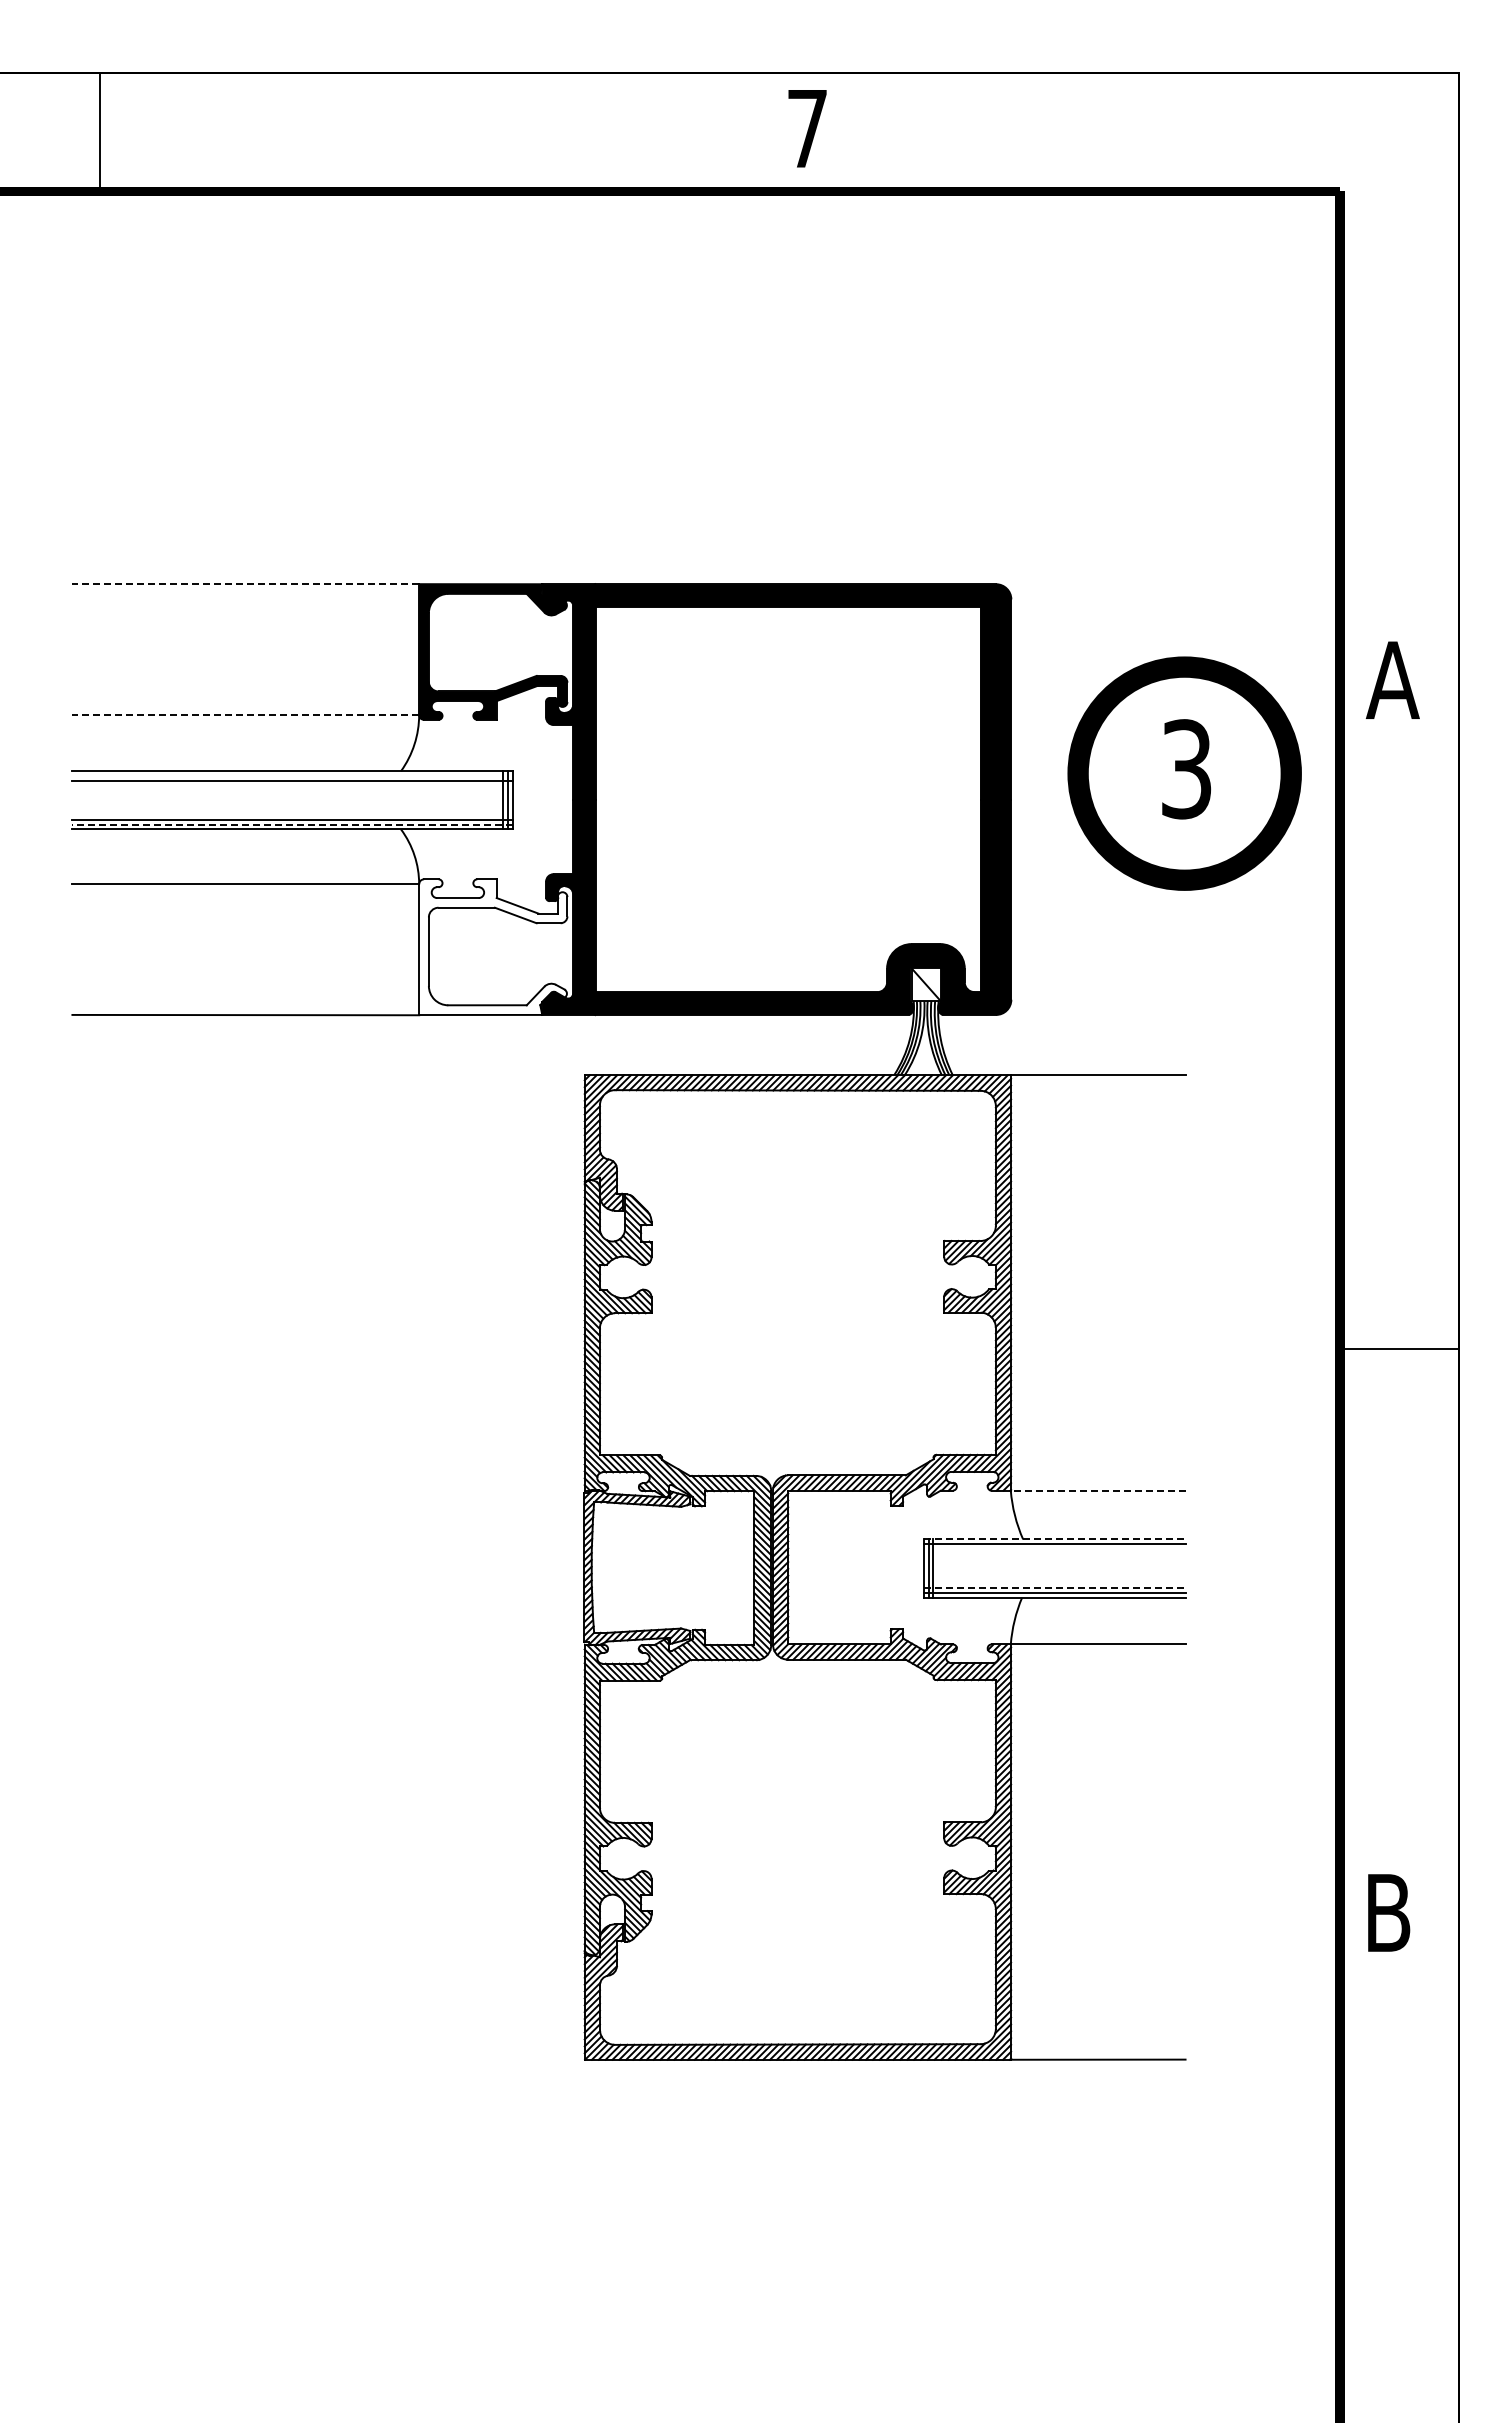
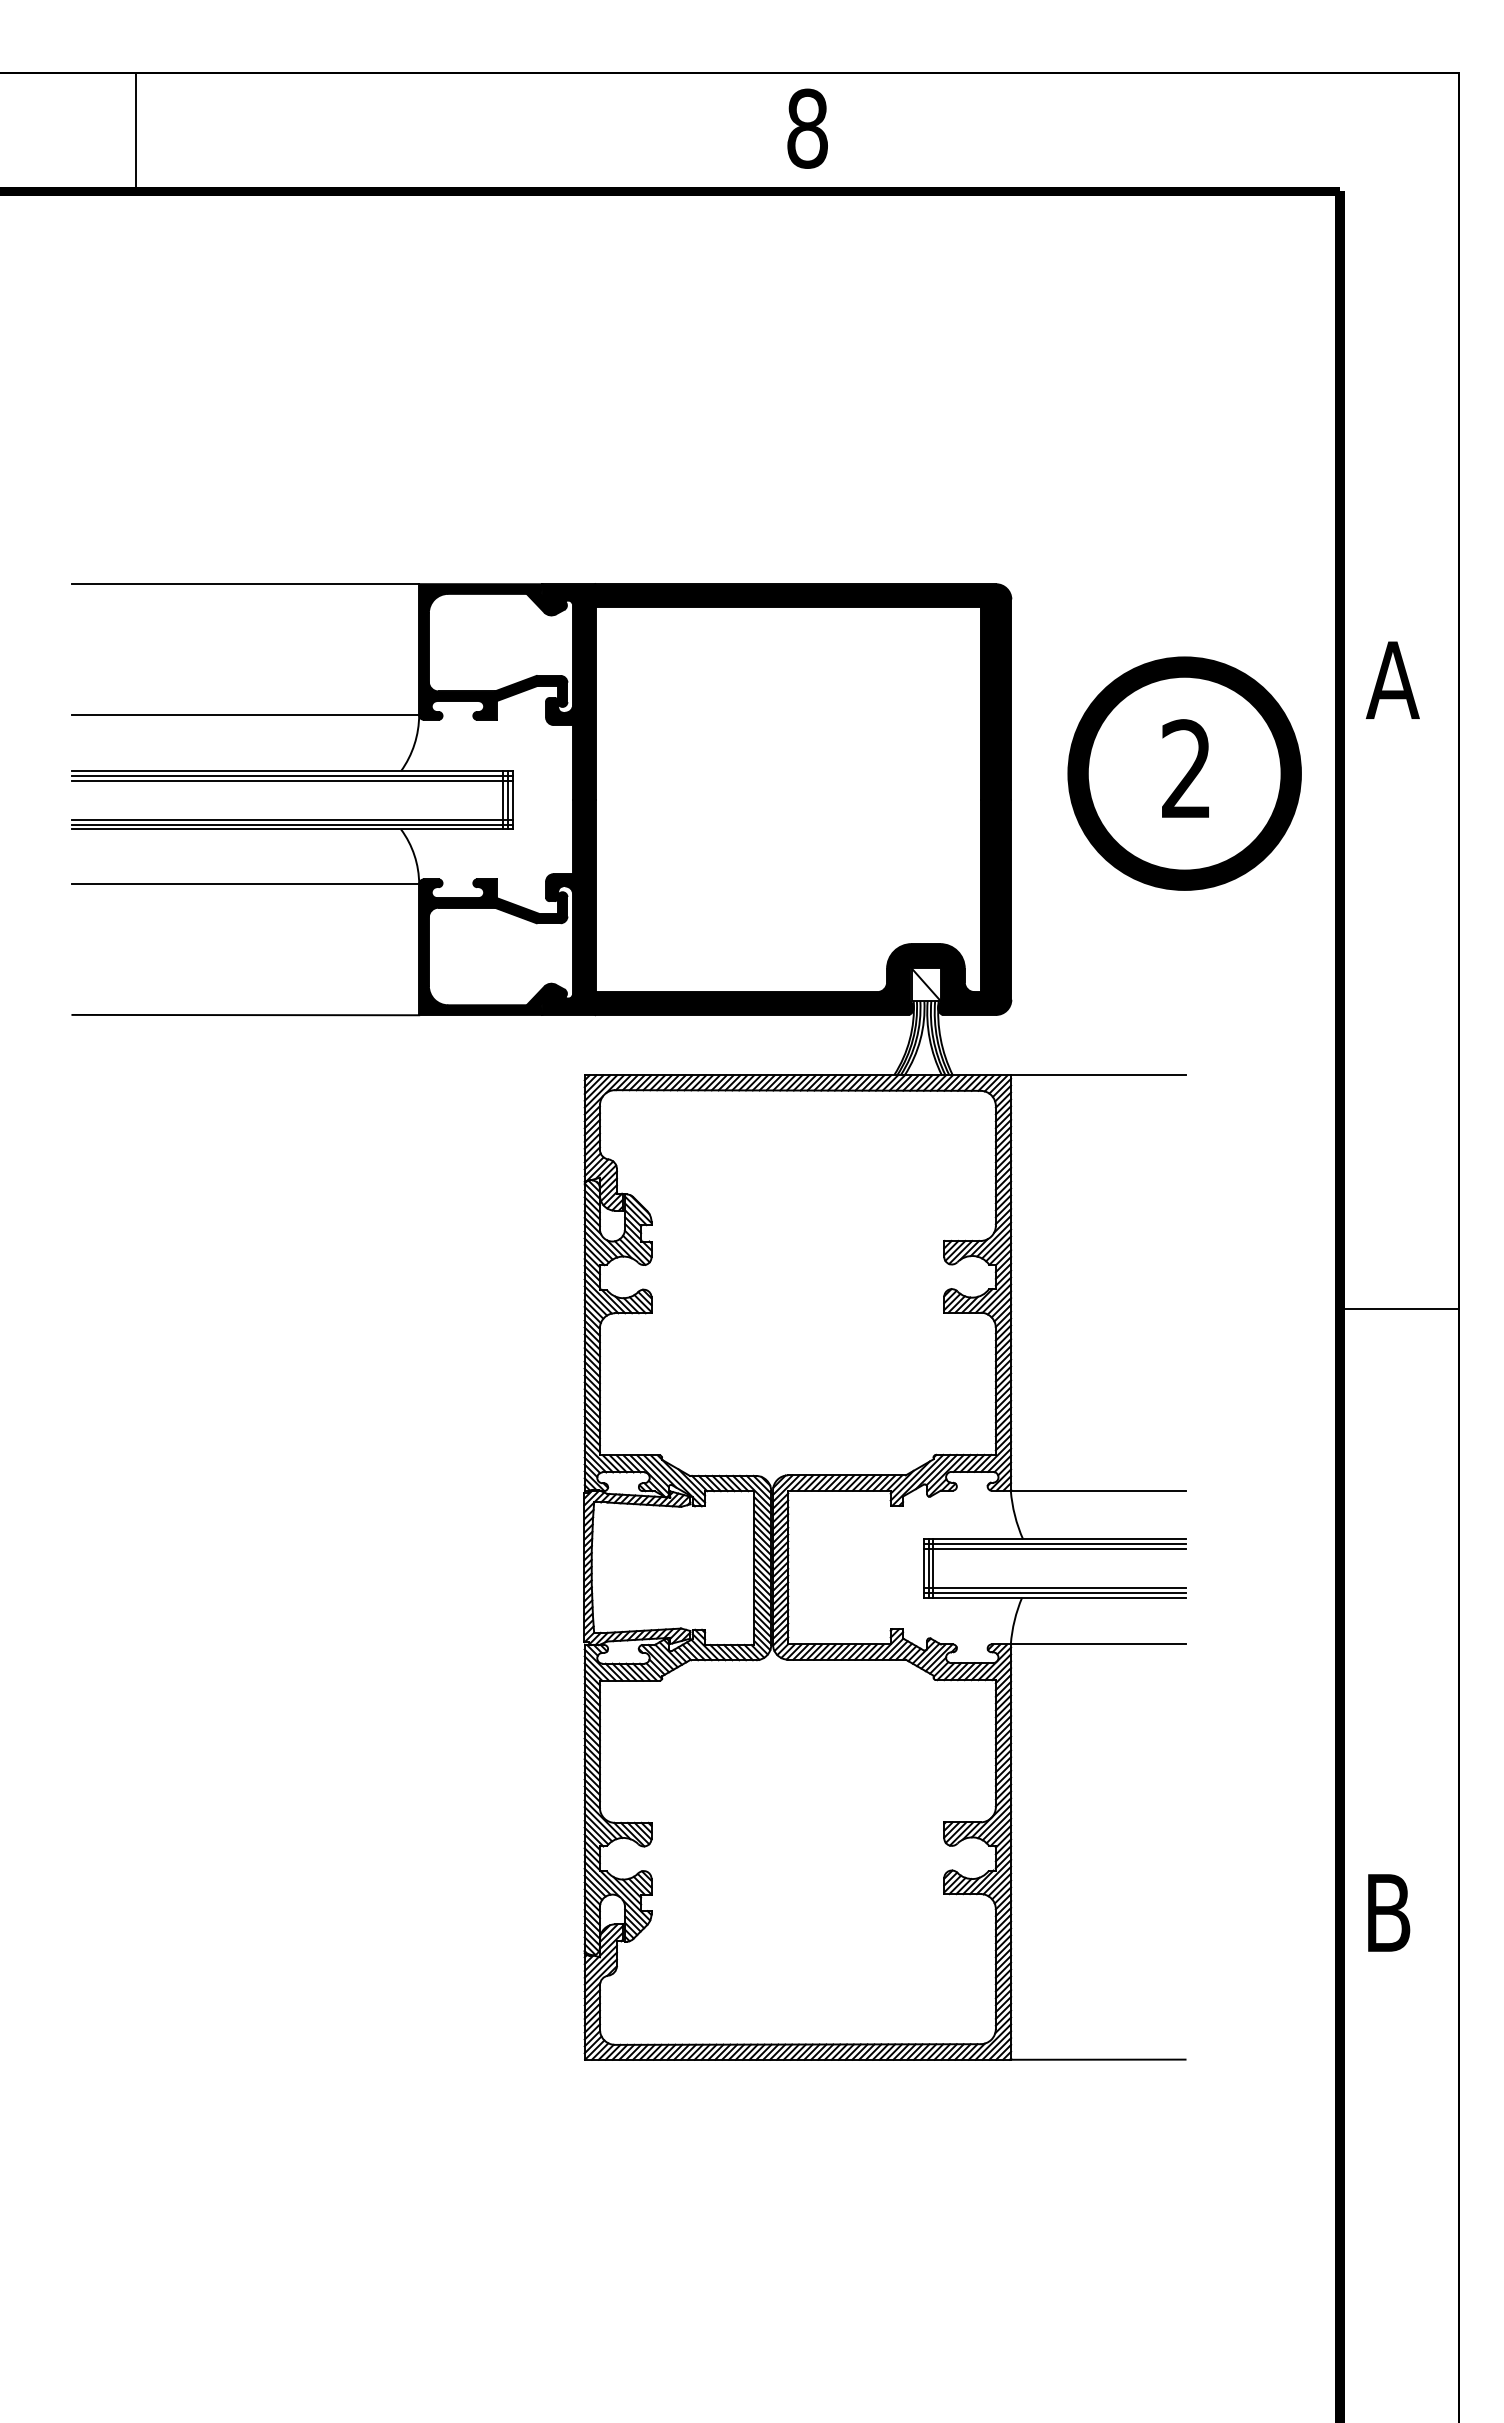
text at (807, 128): 7 -> 8
line at (100, 131) position: (100, 131) -> (136, 131)
line at (245, 583): dashed -> solid
line at (245, 714): dashed -> solid
text at (1186, 769): 3 -> 2
line at (292, 776): none -> present
line at (292, 824): dashed -> solid
fill at (493, 947): none -> present
line at (1399, 1349) position: (1399, 1349) -> (1399, 1309)
line at (1097, 1490): dashed -> solid
line at (1054, 1539): dashed -> solid
line at (1054, 1549): none -> present
line at (1054, 1587): dashed -> solid
